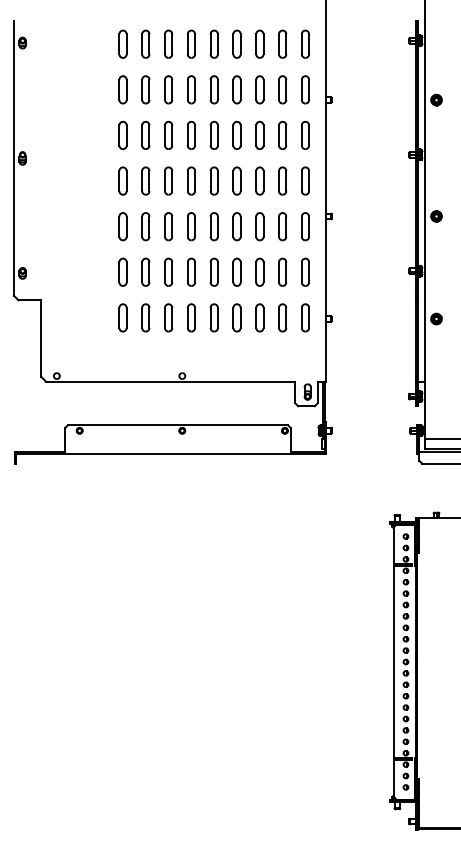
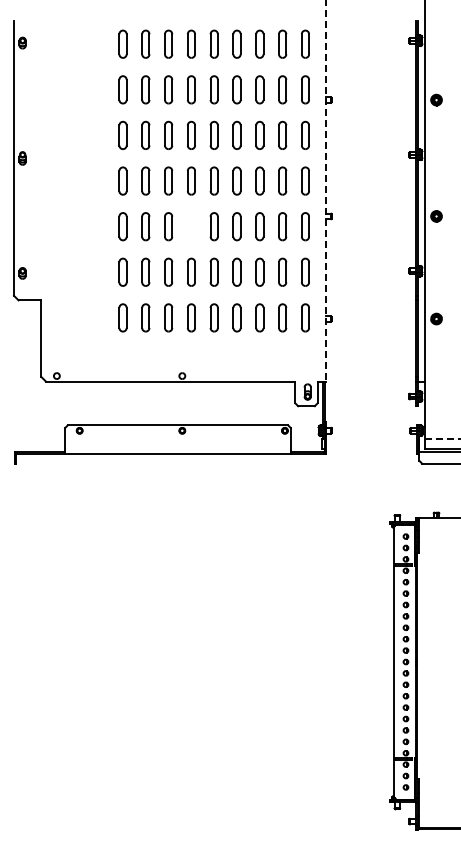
line at (325, 190): solid -> dashed
part at (191, 226): present -> none
line at (442, 438): solid -> dashed
